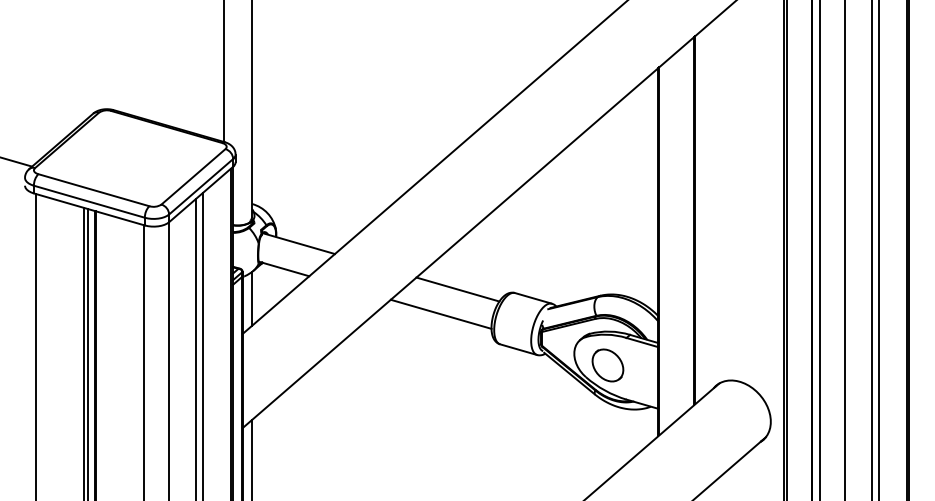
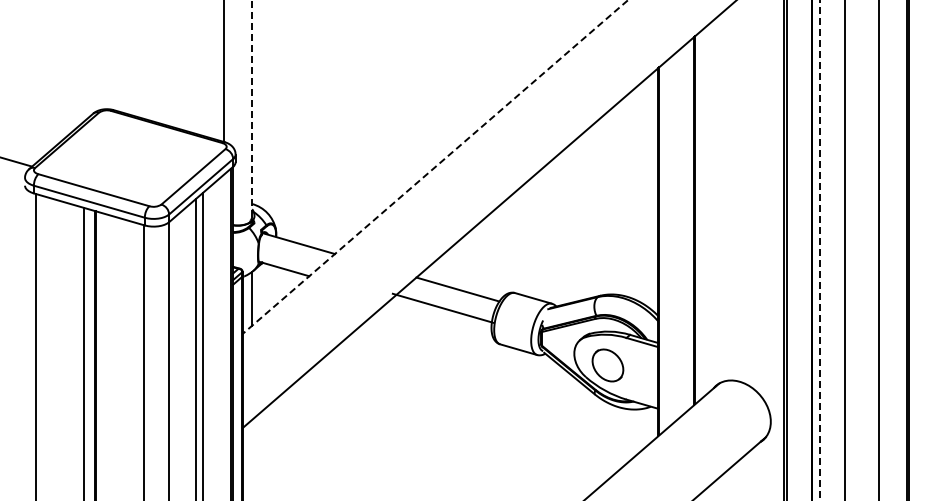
line at (252, 108): solid -> dashed
line at (435, 167): solid -> dashed
line at (872, 249): present -> none
line at (820, 250): solid -> dashed
line at (440, 313) position: (440, 313) -> (442, 307)
line at (88, 353): present -> none
line at (252, 458): present -> none
